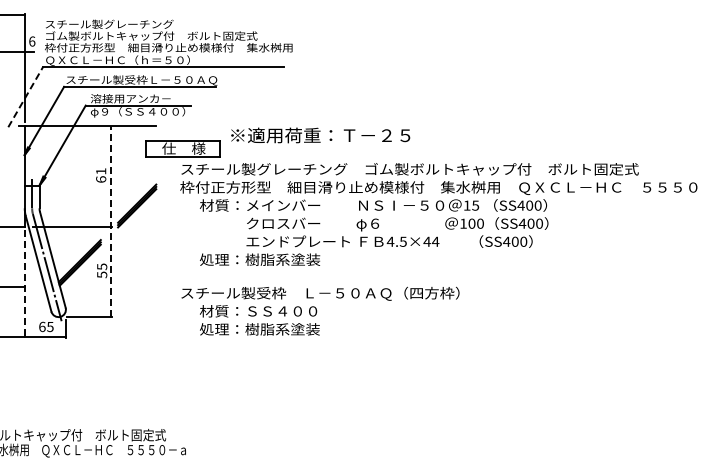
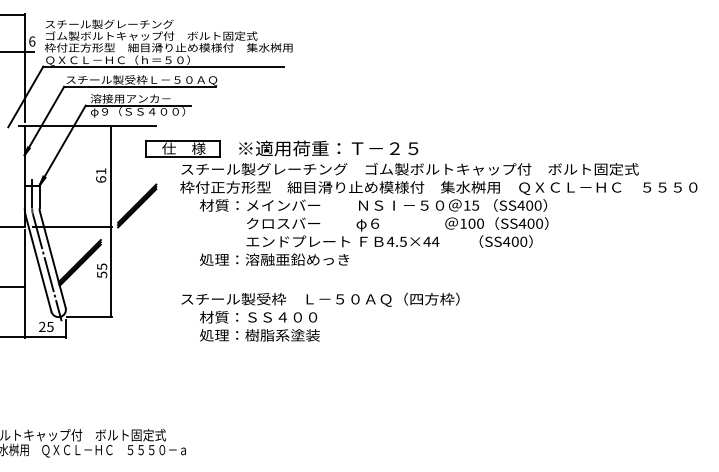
line at (25, 96): dashed -> solid
text at (320, 135) position: (320, 135) -> (328, 148)
line at (110, 221): dashed -> solid
text at (297, 259): 処理：樹脂系塗装 -> 処理：溶融亜鉛めっき
line at (24, 284): dashed -> solid
text at (320, 310) position: (320, 310) -> (320, 316)
text at (42, 326): 65 -> 25
